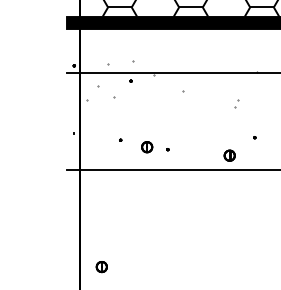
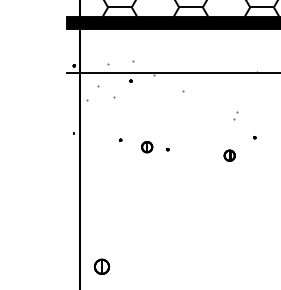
part at (236, 103) position: (236, 103) -> (235, 115)
line at (172, 169): present -> none
part at (101, 267) size: 13x13 px -> 17x17 px
